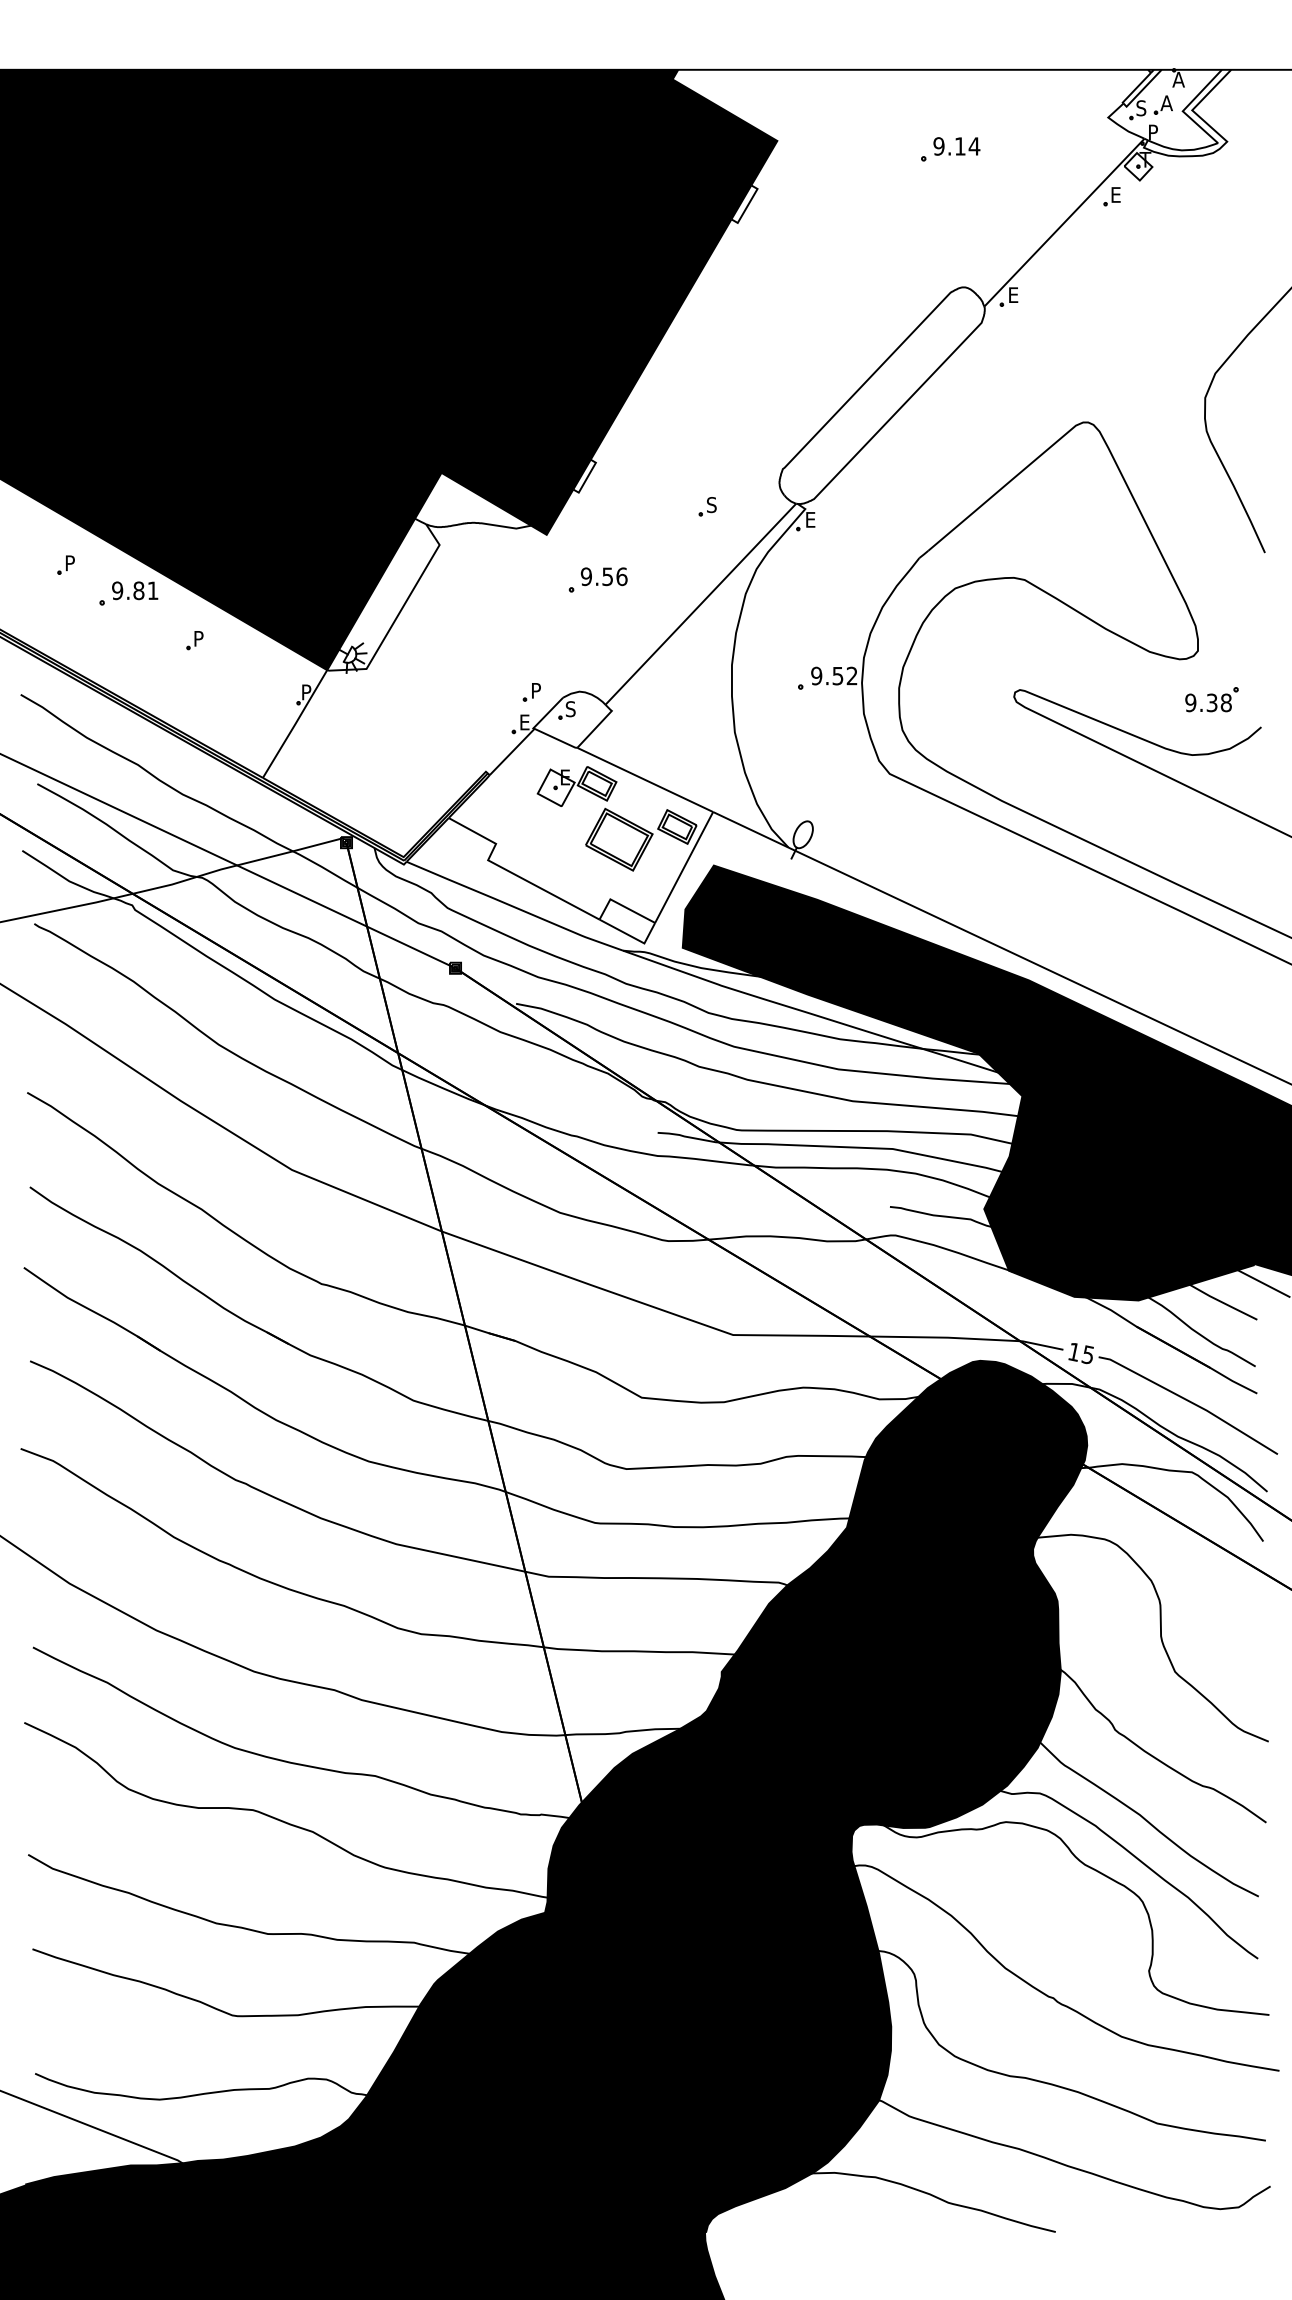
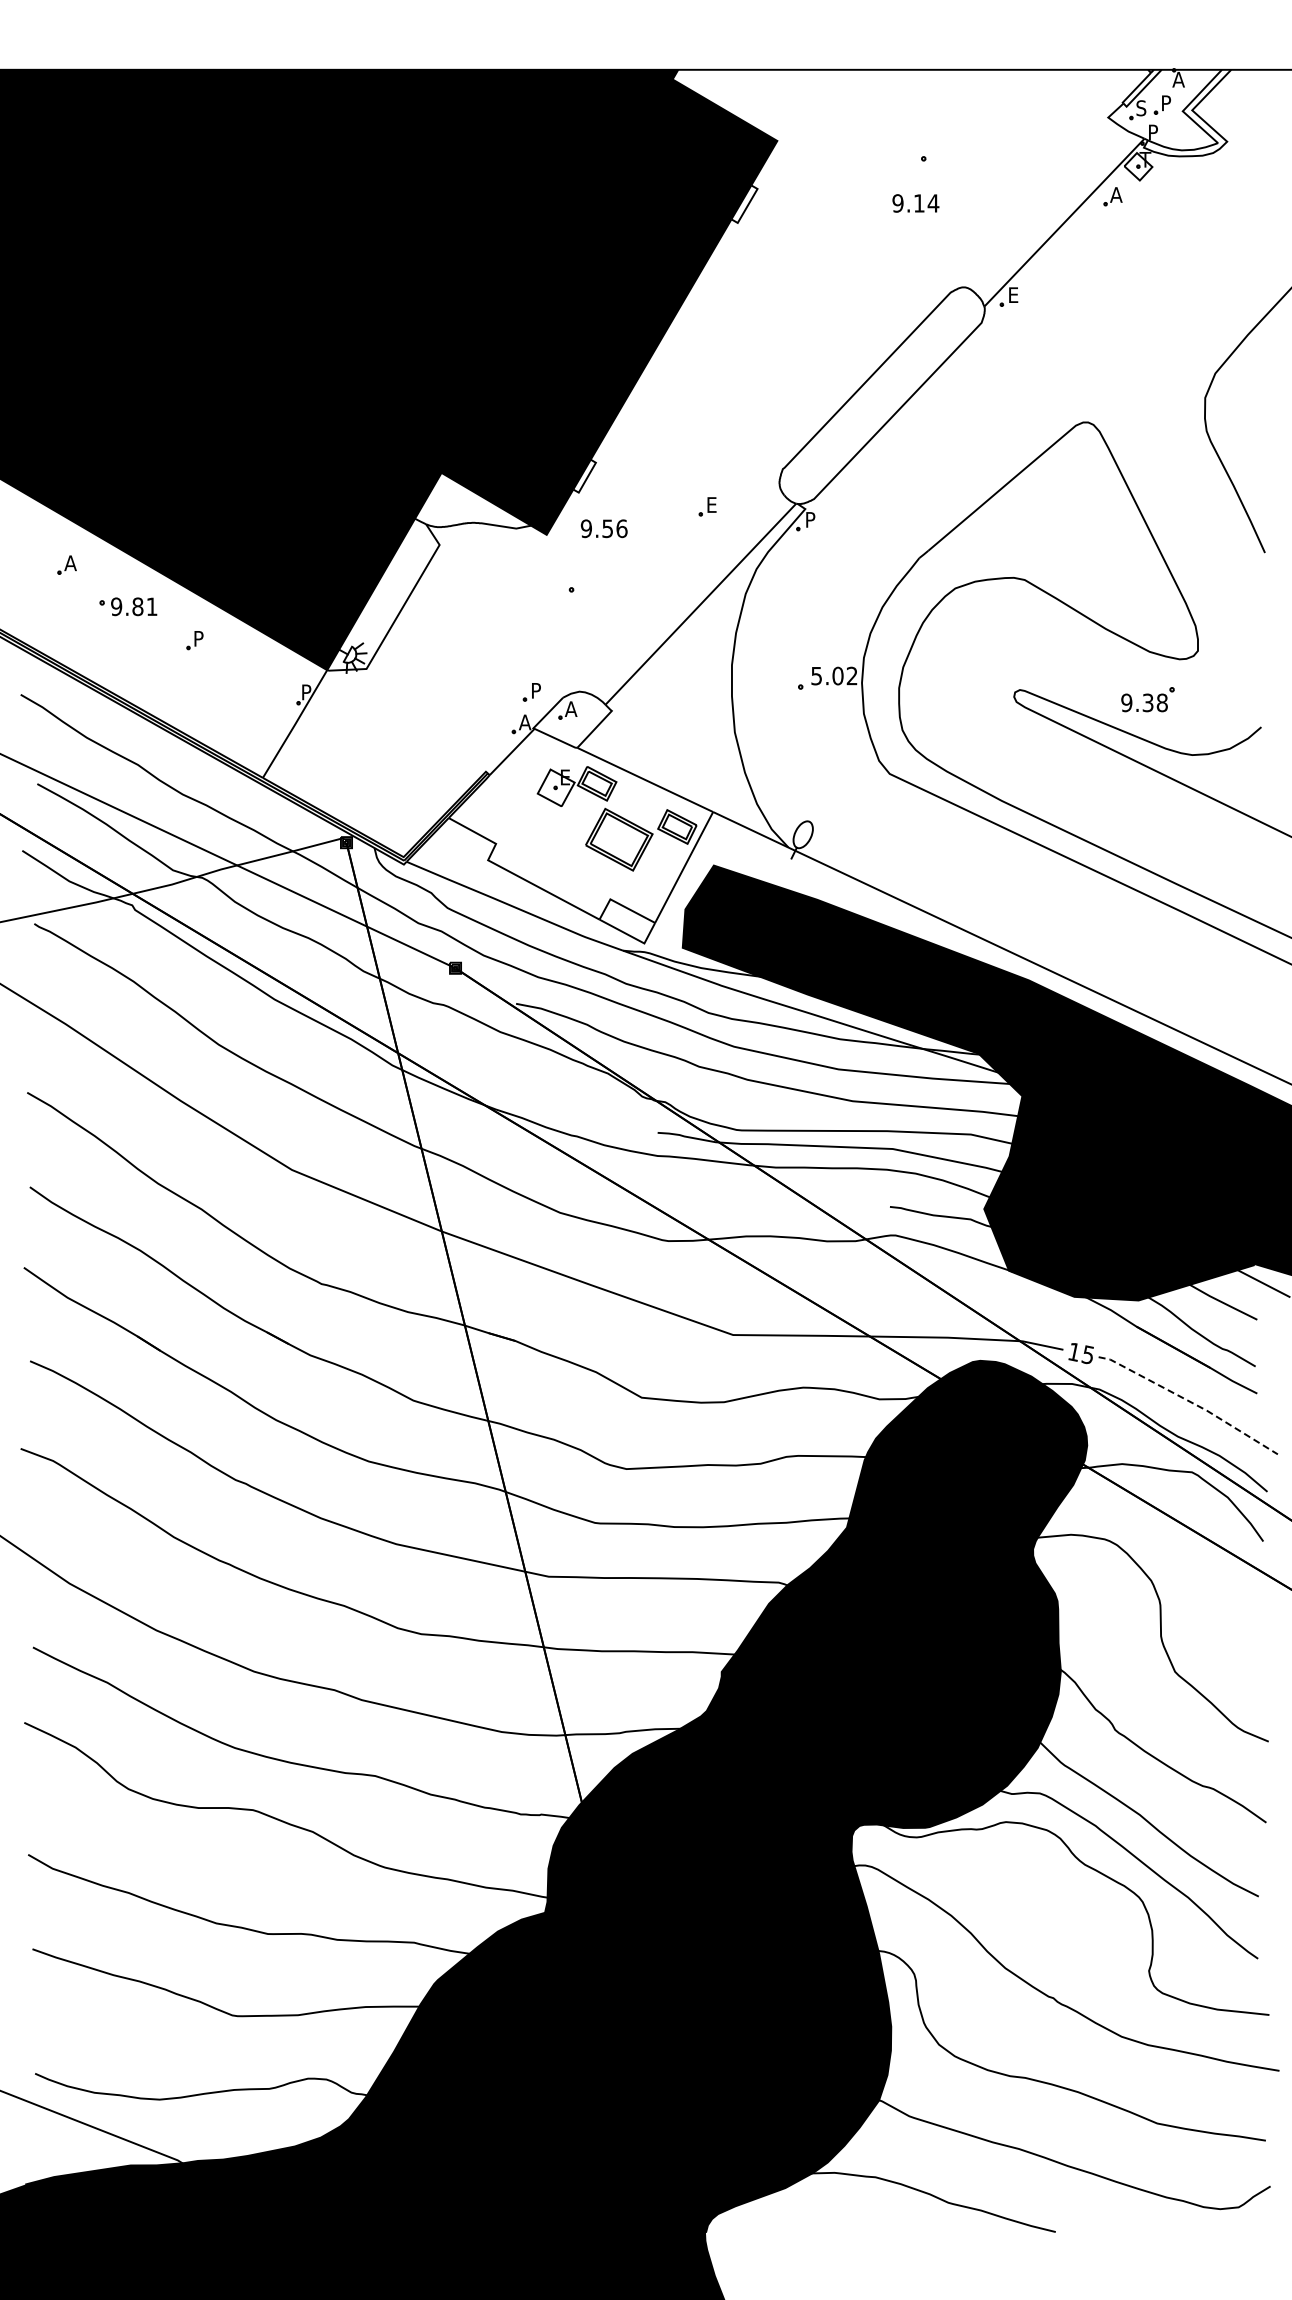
text at (1166, 103): A -> P
text at (956, 146) position: (956, 146) -> (915, 203)
text at (1116, 194): E -> A
text at (711, 505): S -> E
text at (811, 519): E -> P
text at (70, 563): P -> A
text at (603, 576) position: (603, 576) -> (603, 528)
text at (135, 590) position: (135, 590) -> (134, 606)
text at (827, 675): 9.52 -> 5.02
part at (1211, 699) position: (1211, 699) -> (1147, 699)
text at (570, 709): S -> A
text at (525, 722): E -> A
line at (1190, 1401): solid -> dashed
